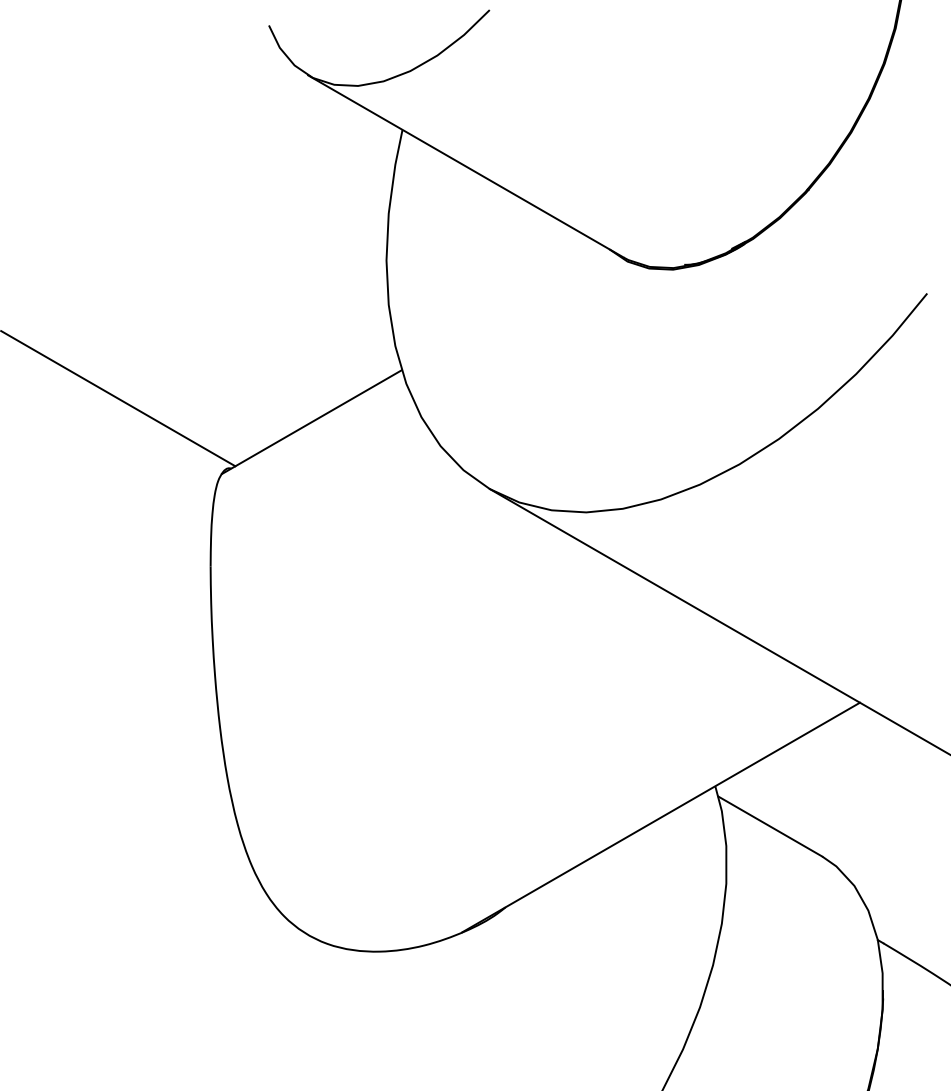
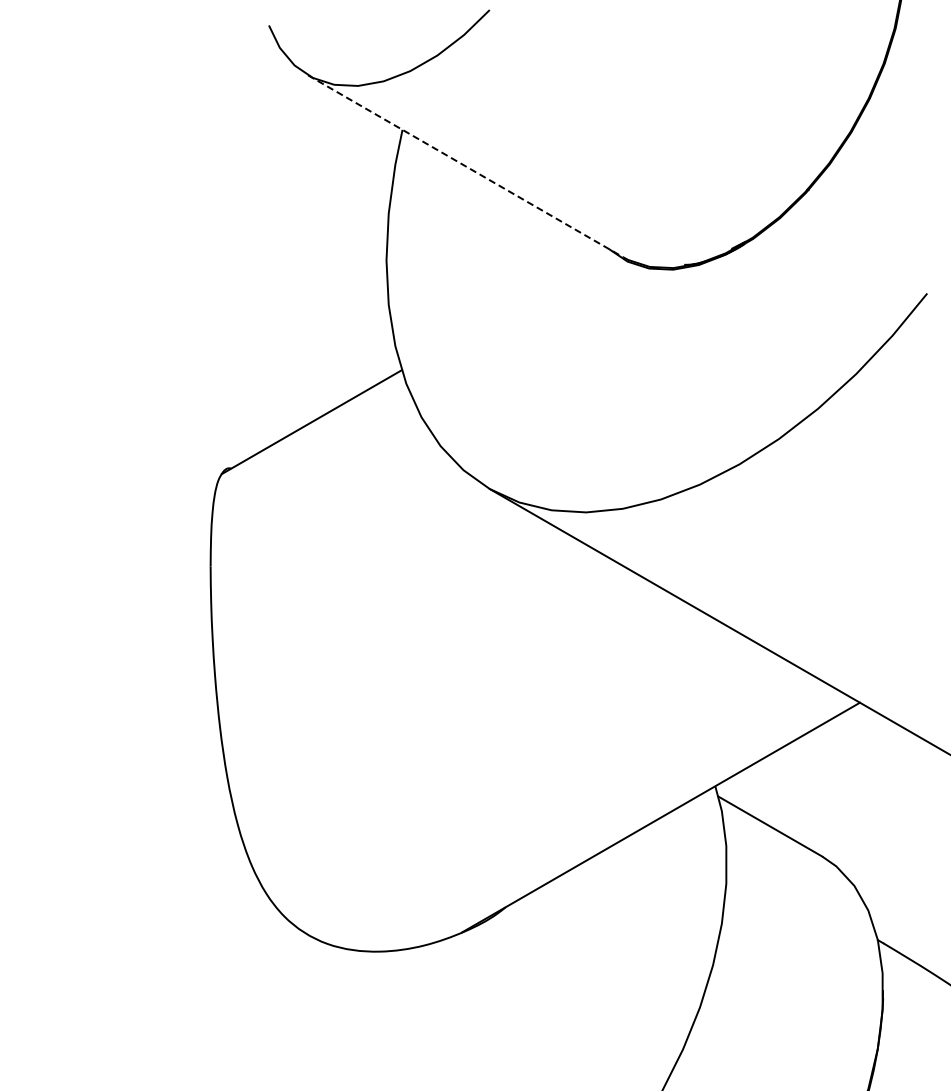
line at (466, 166): solid -> dashed
line at (118, 398): present -> none
